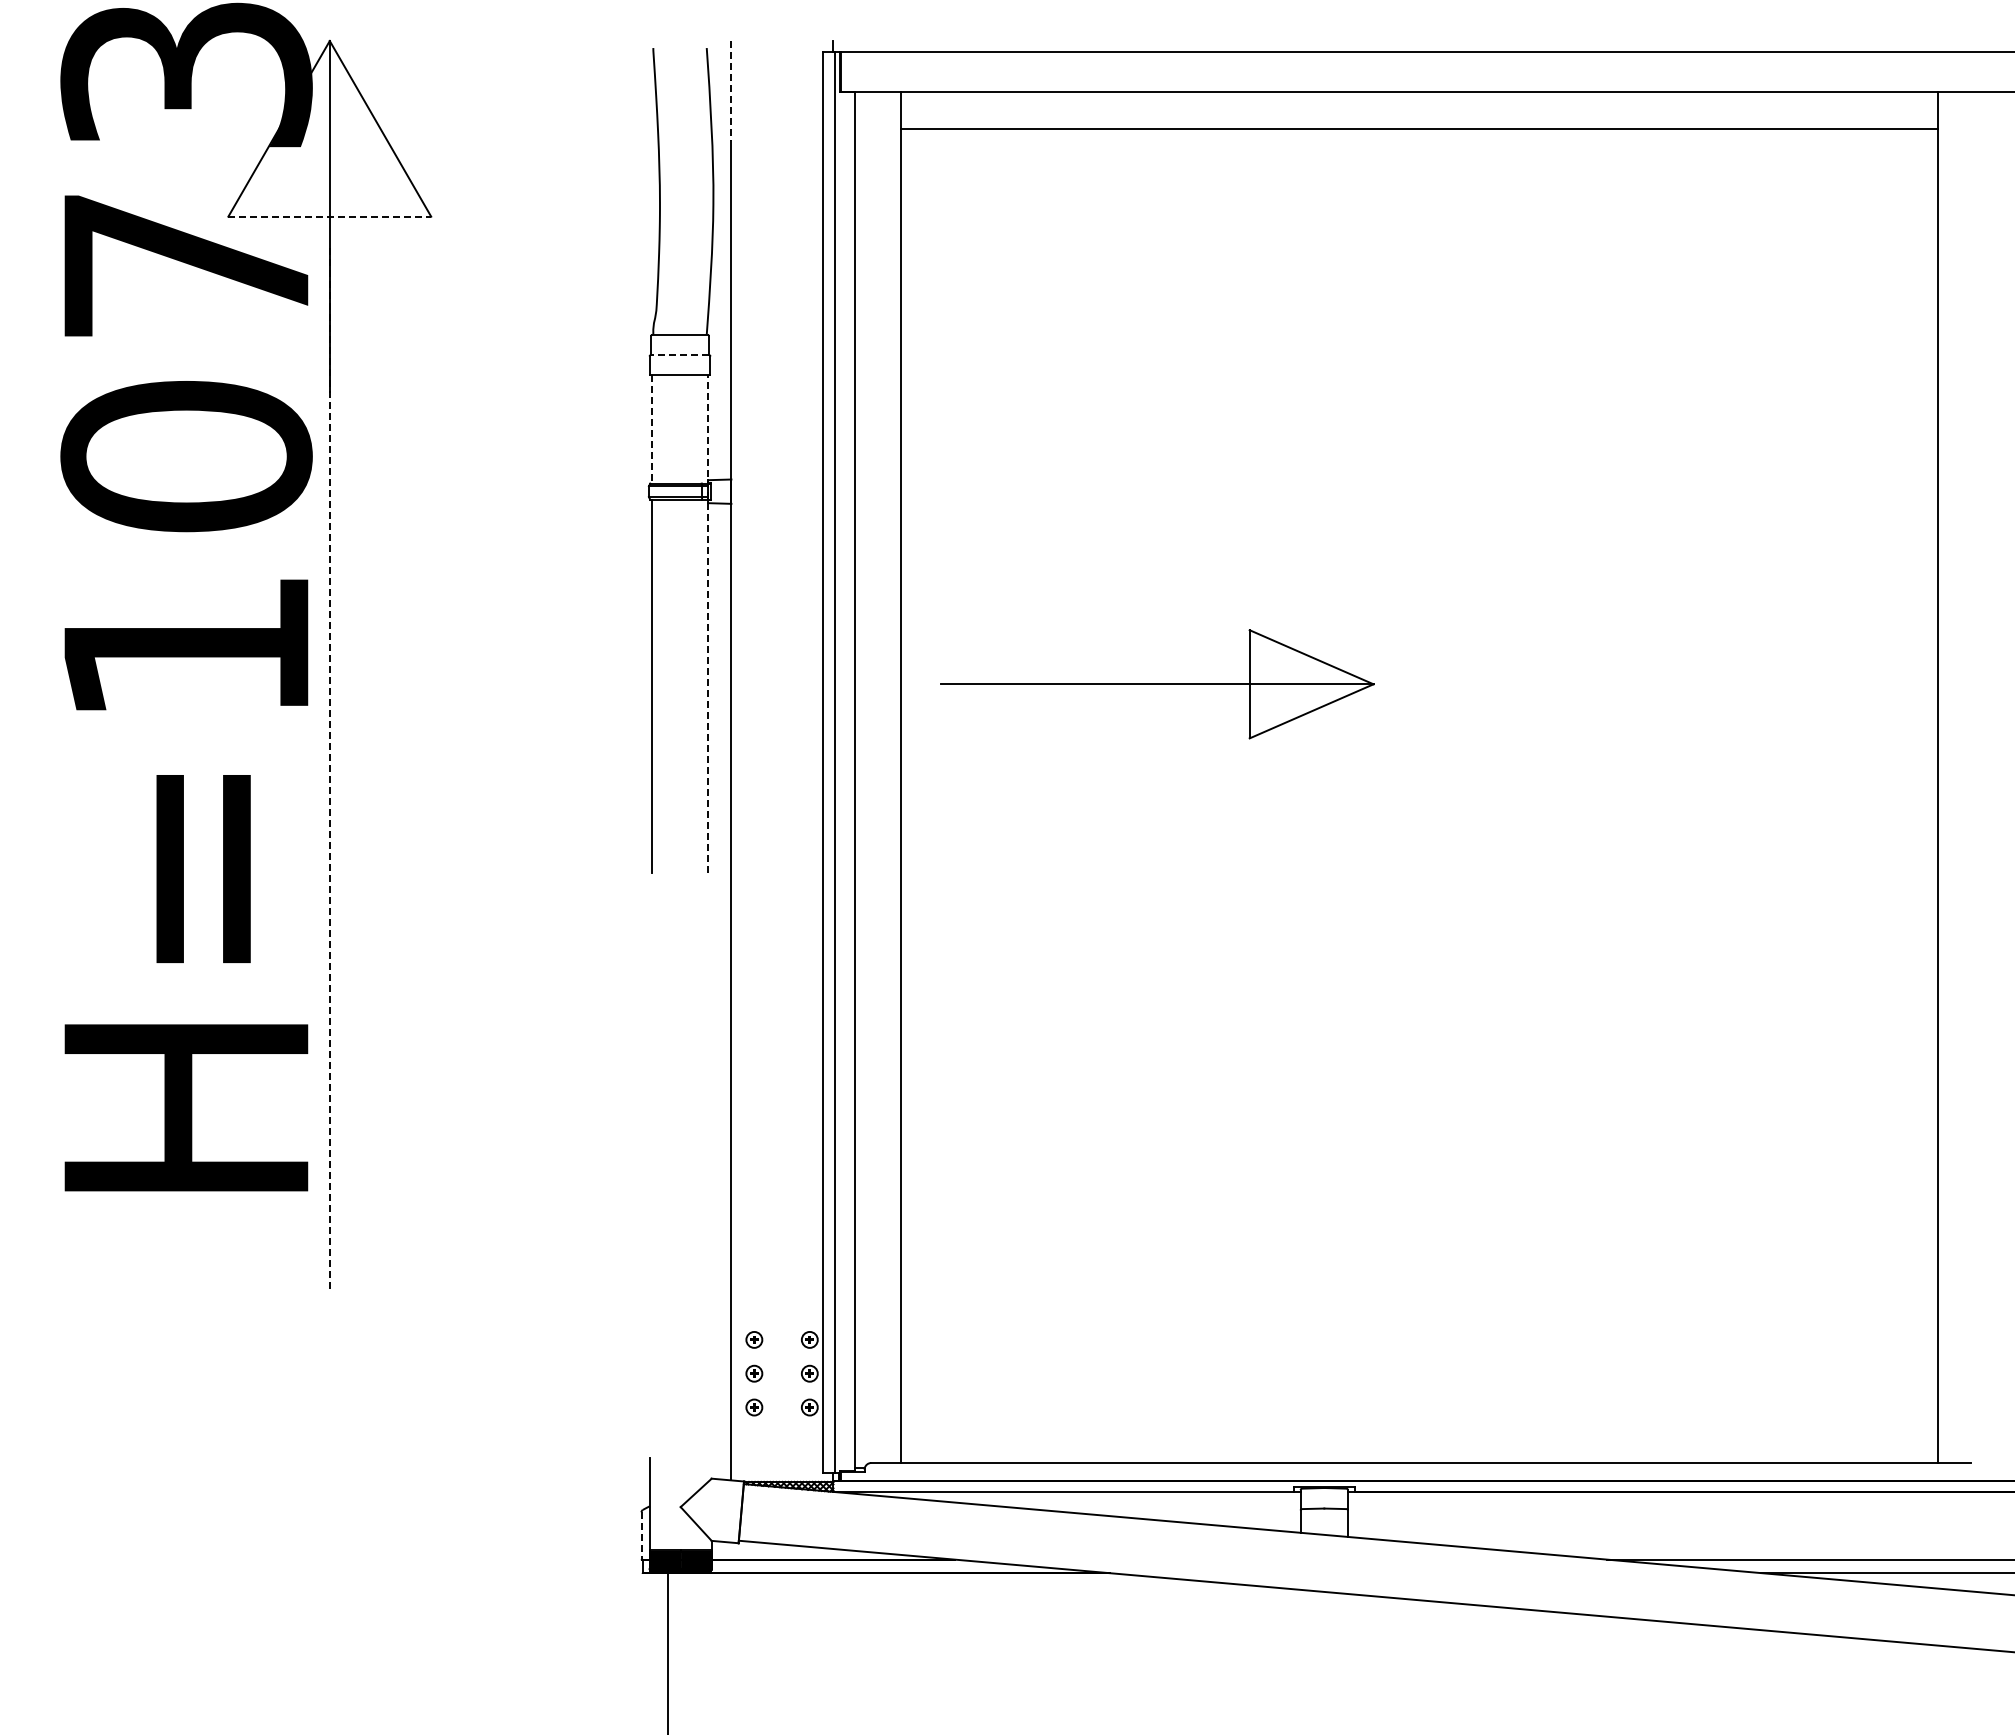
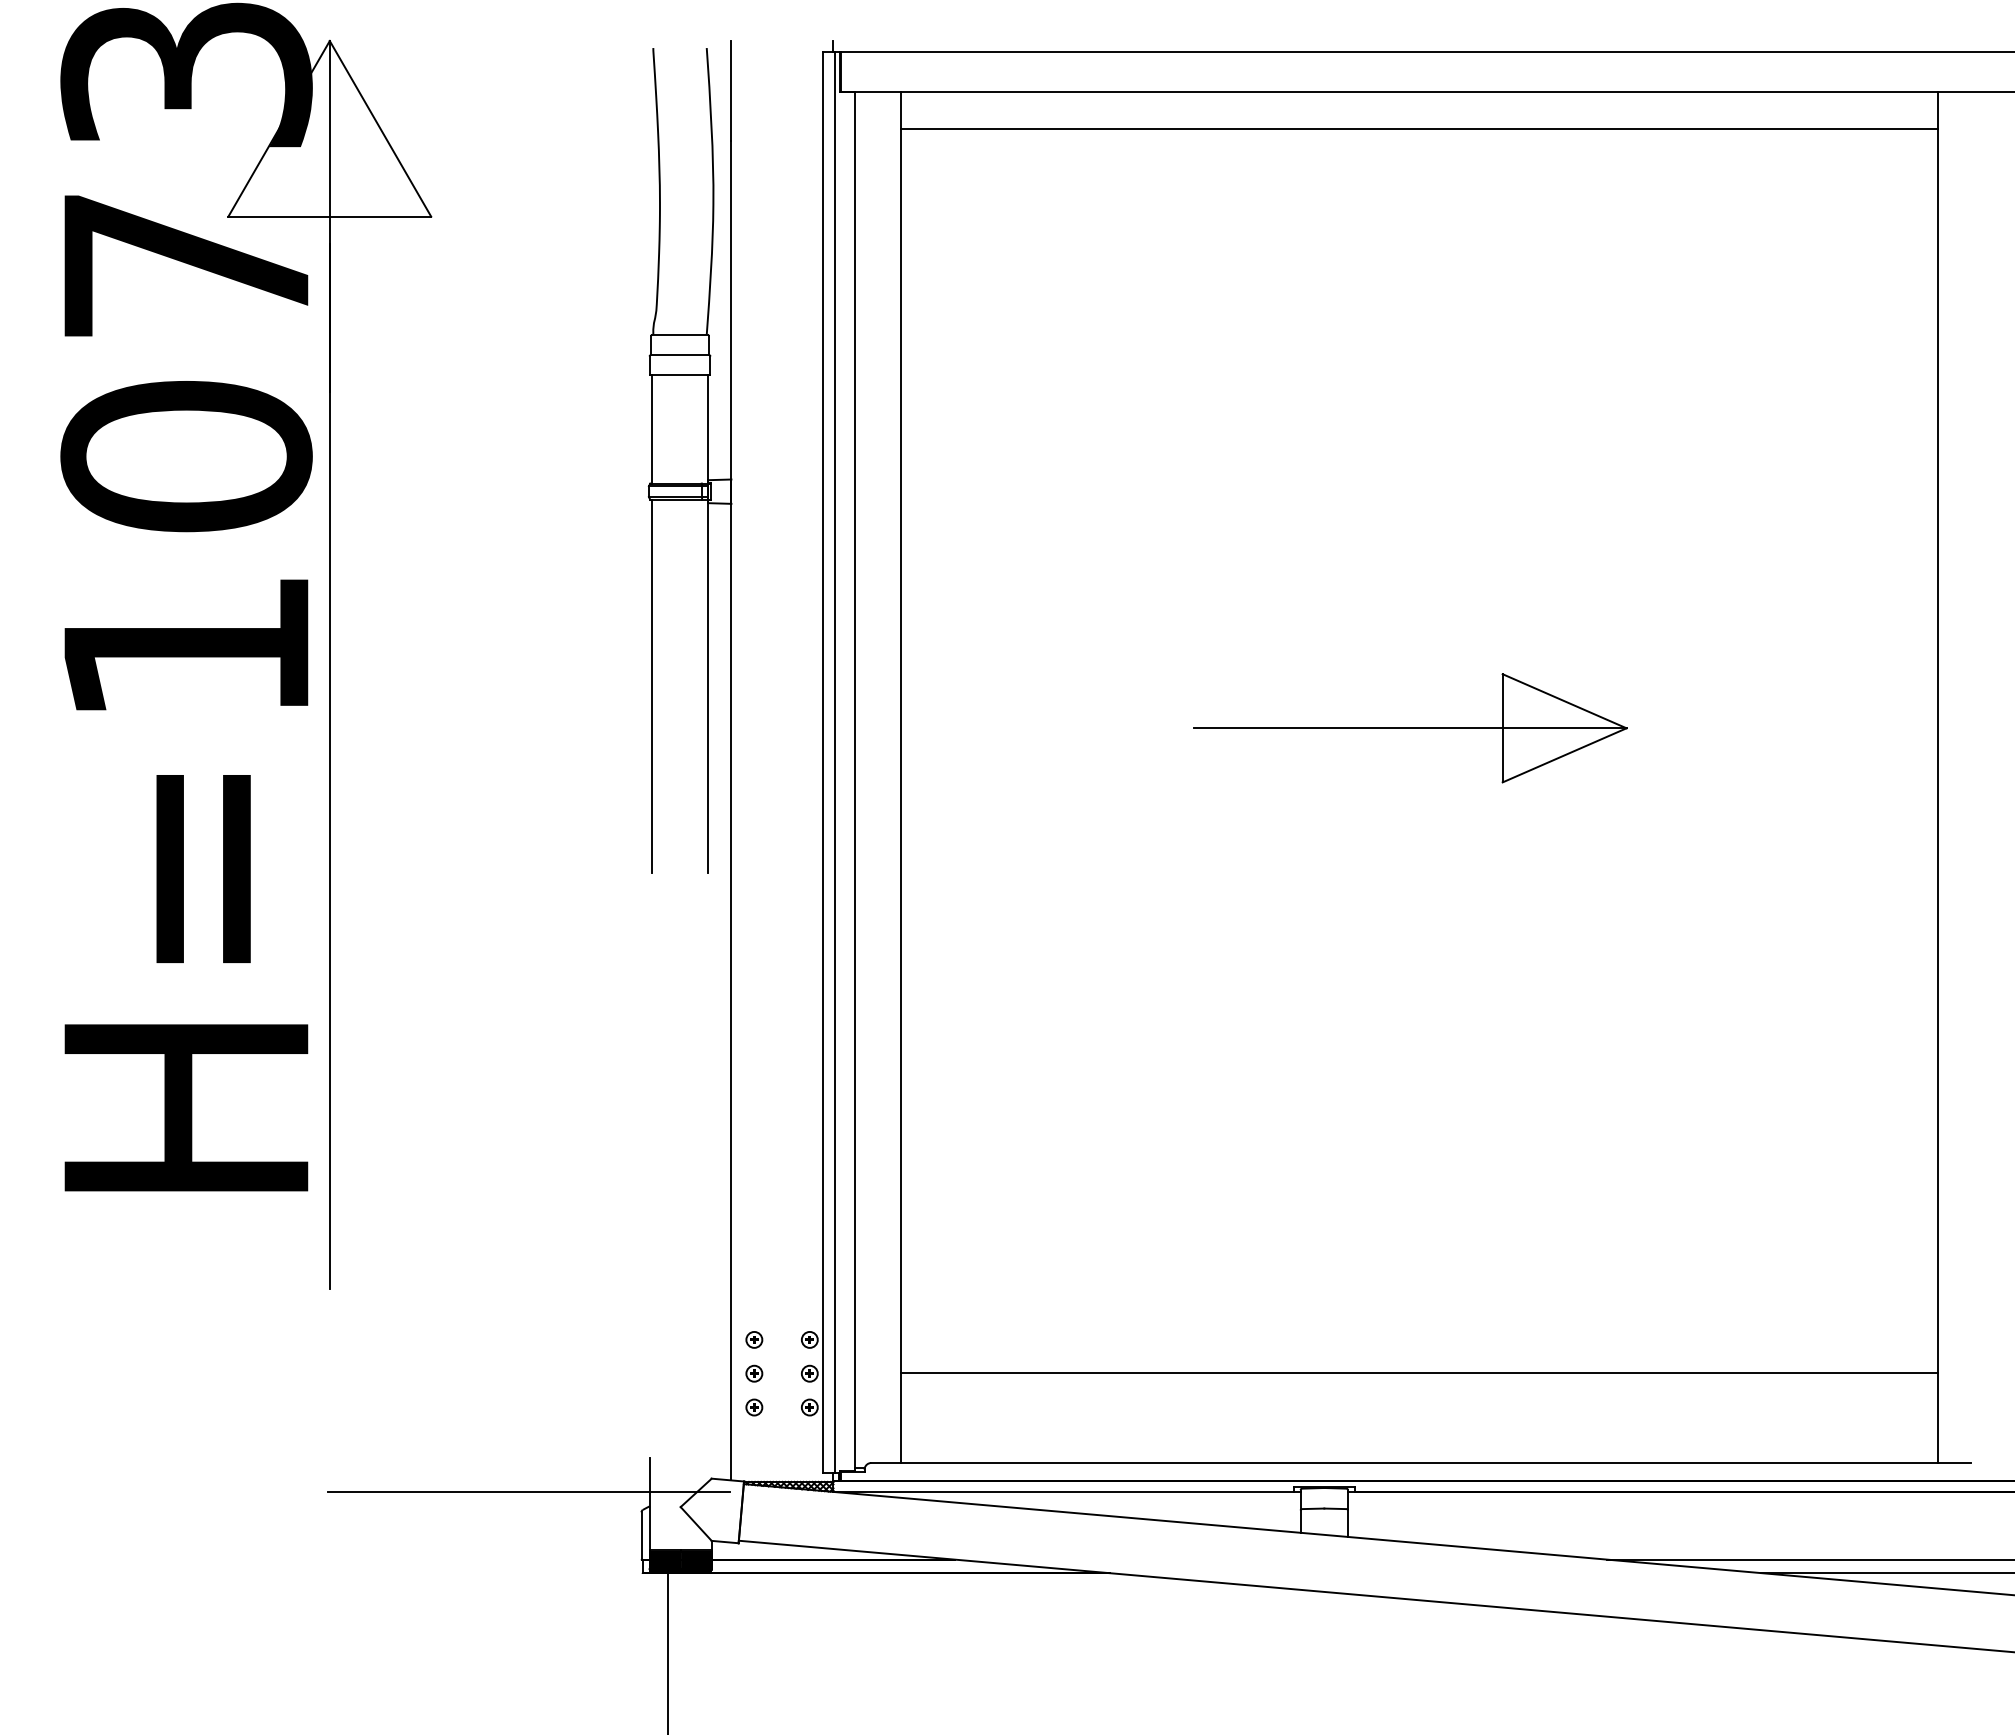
line at (731, 91): dashed -> solid
line at (330, 216): dashed -> solid
line at (679, 355): dashed -> solid
line at (651, 429): dashed -> solid
line at (708, 624): dashed -> solid
part at (1157, 684) position: (1157, 684) -> (1410, 728)
line at (329, 766): dashed -> solid
line at (1419, 1373): none -> present
line at (529, 1492): none -> present
line at (641, 1536): dashed -> solid
